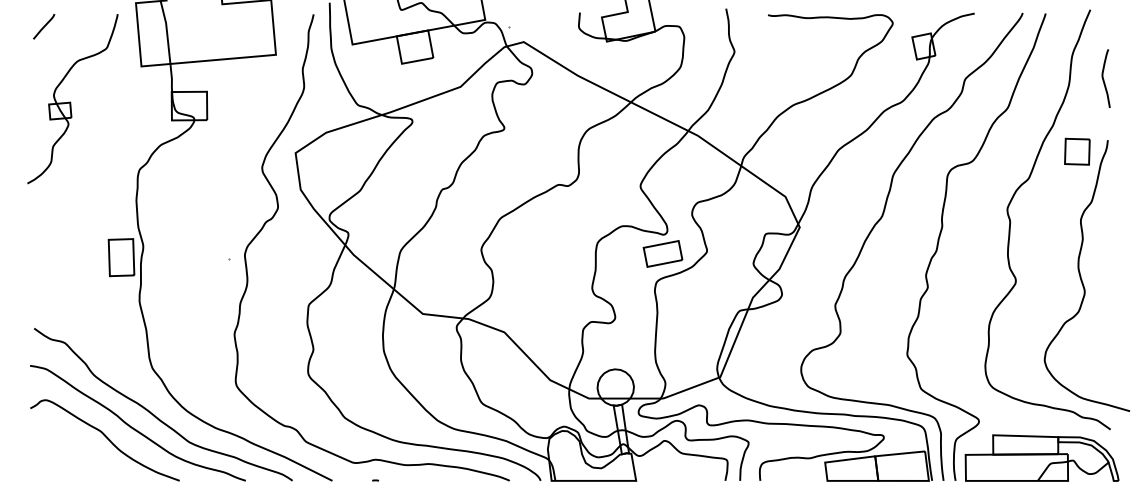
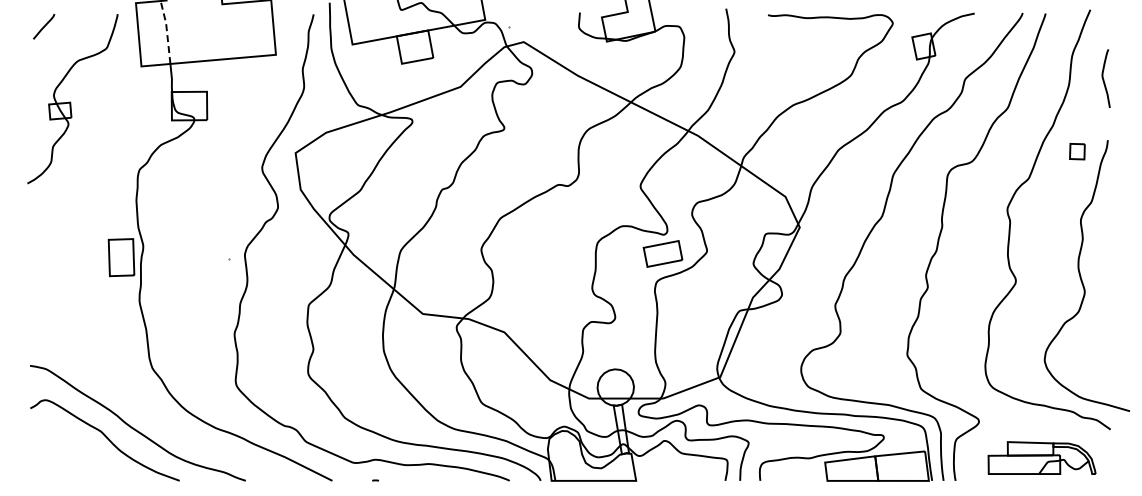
line at (167, 31): solid -> dashed
part at (1077, 151) size: 27x29 px -> 17x18 px
curve at (153, 413): present -> none
part at (1041, 457) size: 156x48 px -> 110x34 px
